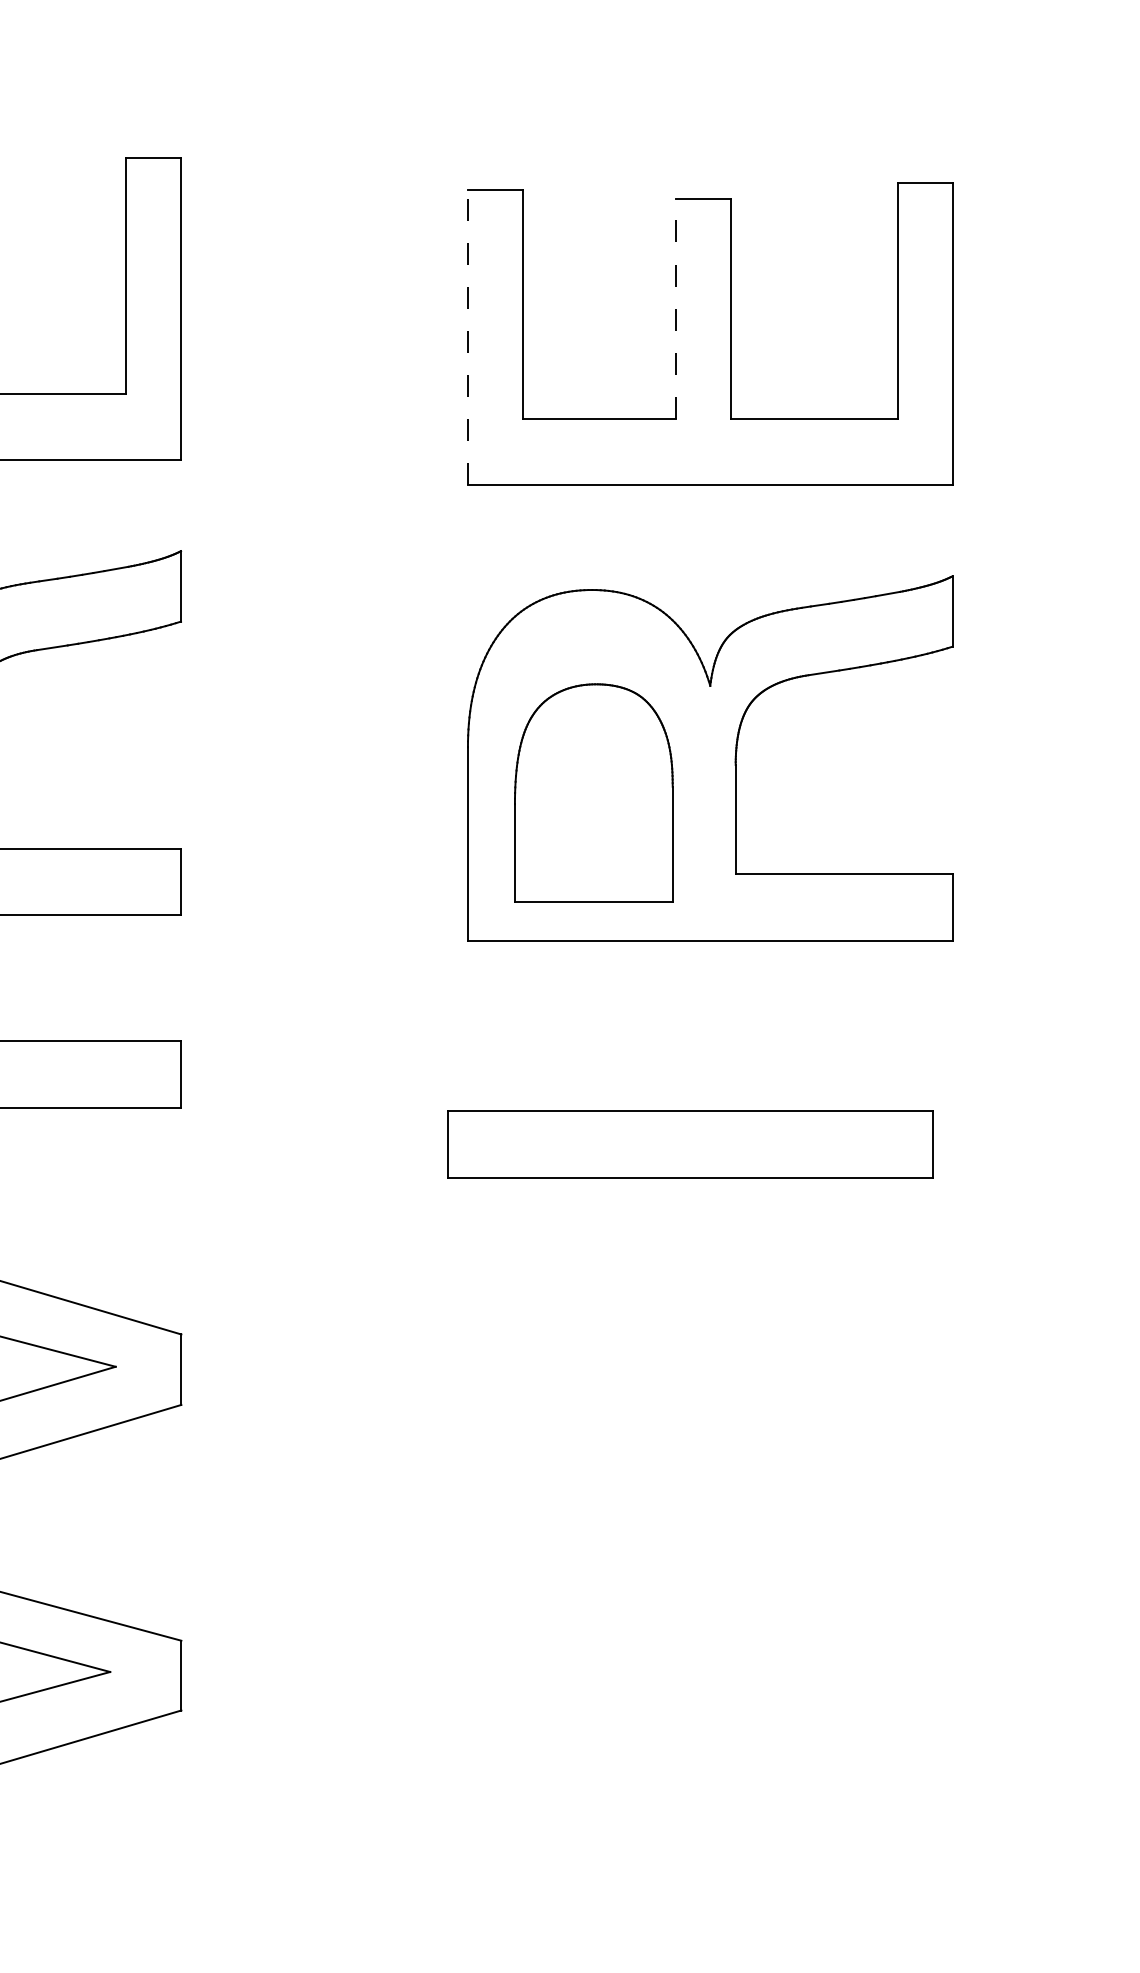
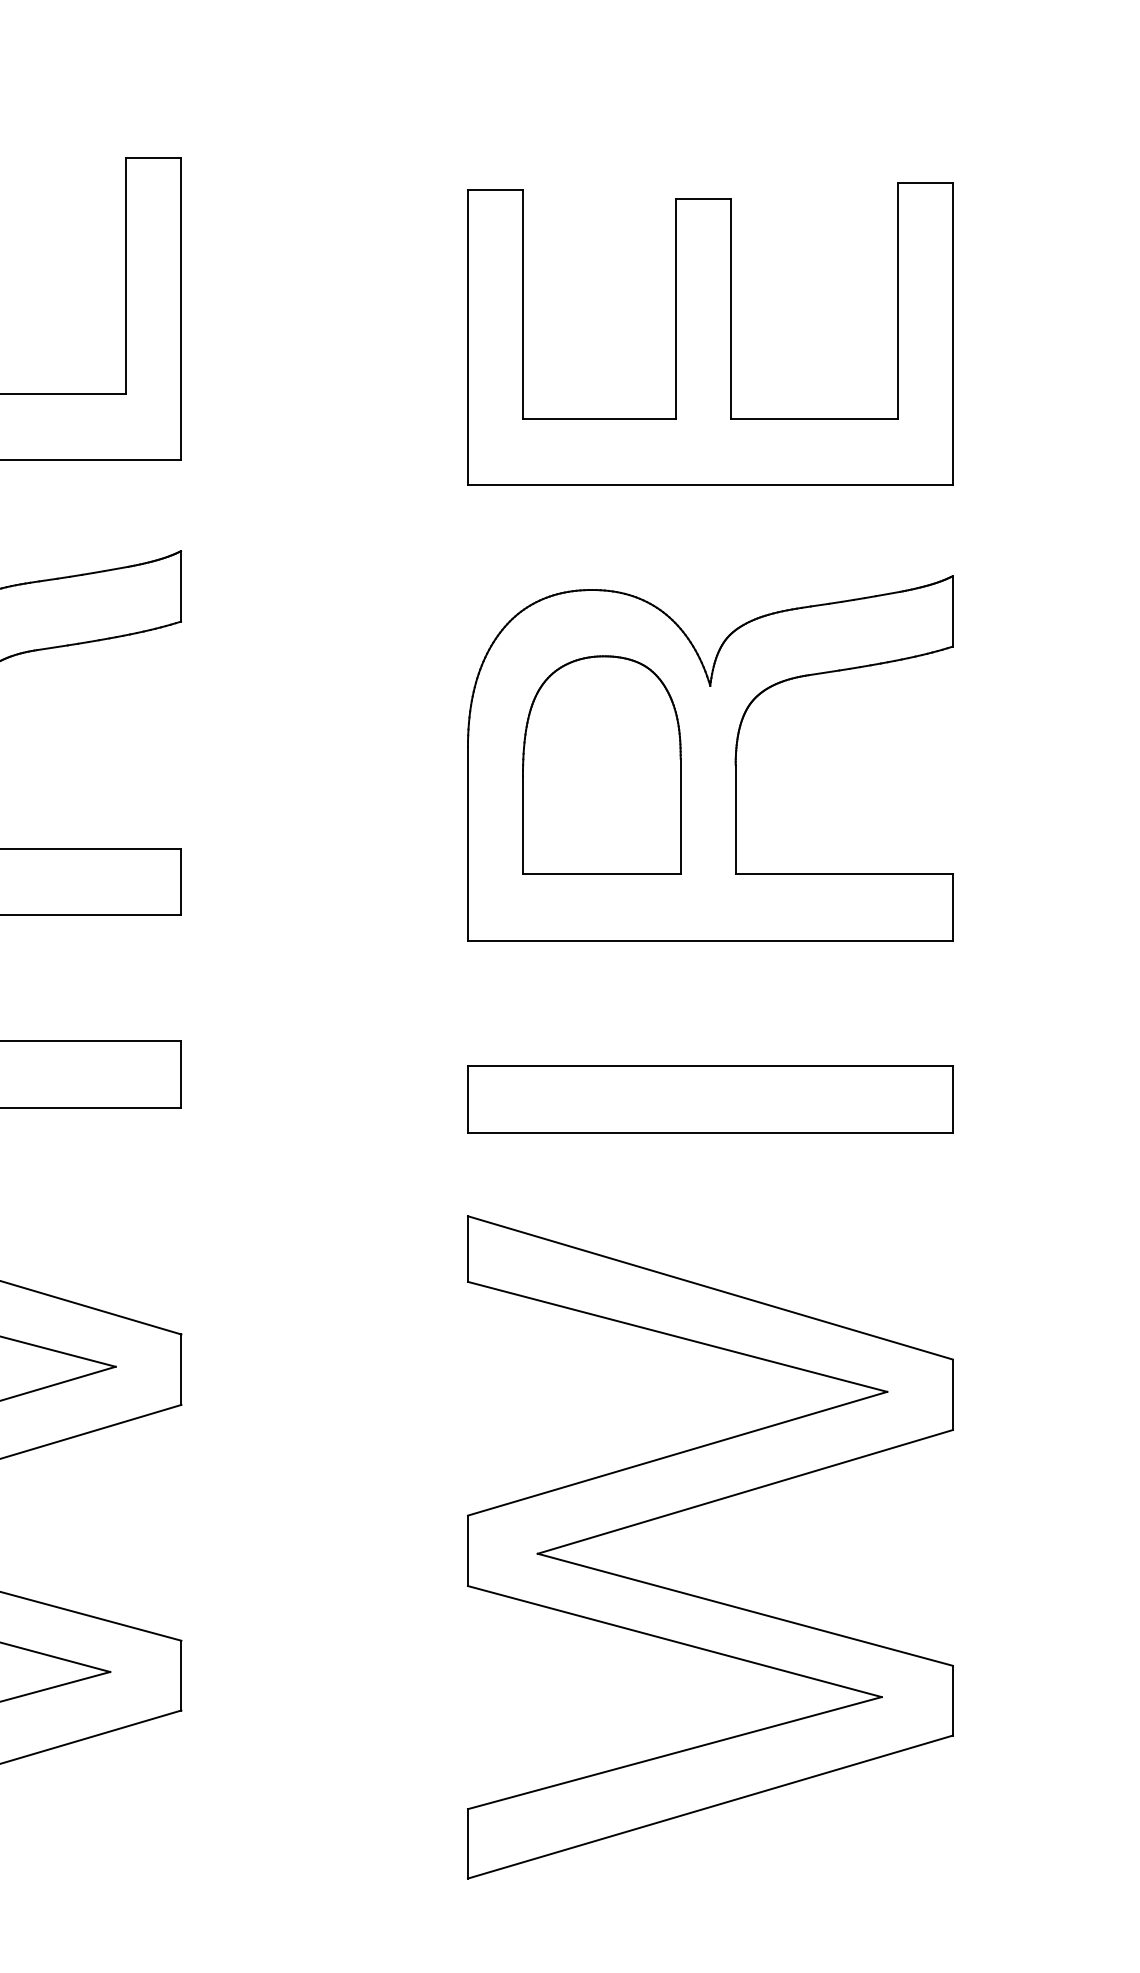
line at (675, 308): dashed -> solid
line at (467, 337): dashed -> solid
part at (593, 792) position: (593, 792) -> (601, 764)
part at (690, 1144) position: (690, 1144) -> (710, 1099)
part at (697, 1507): none -> present
